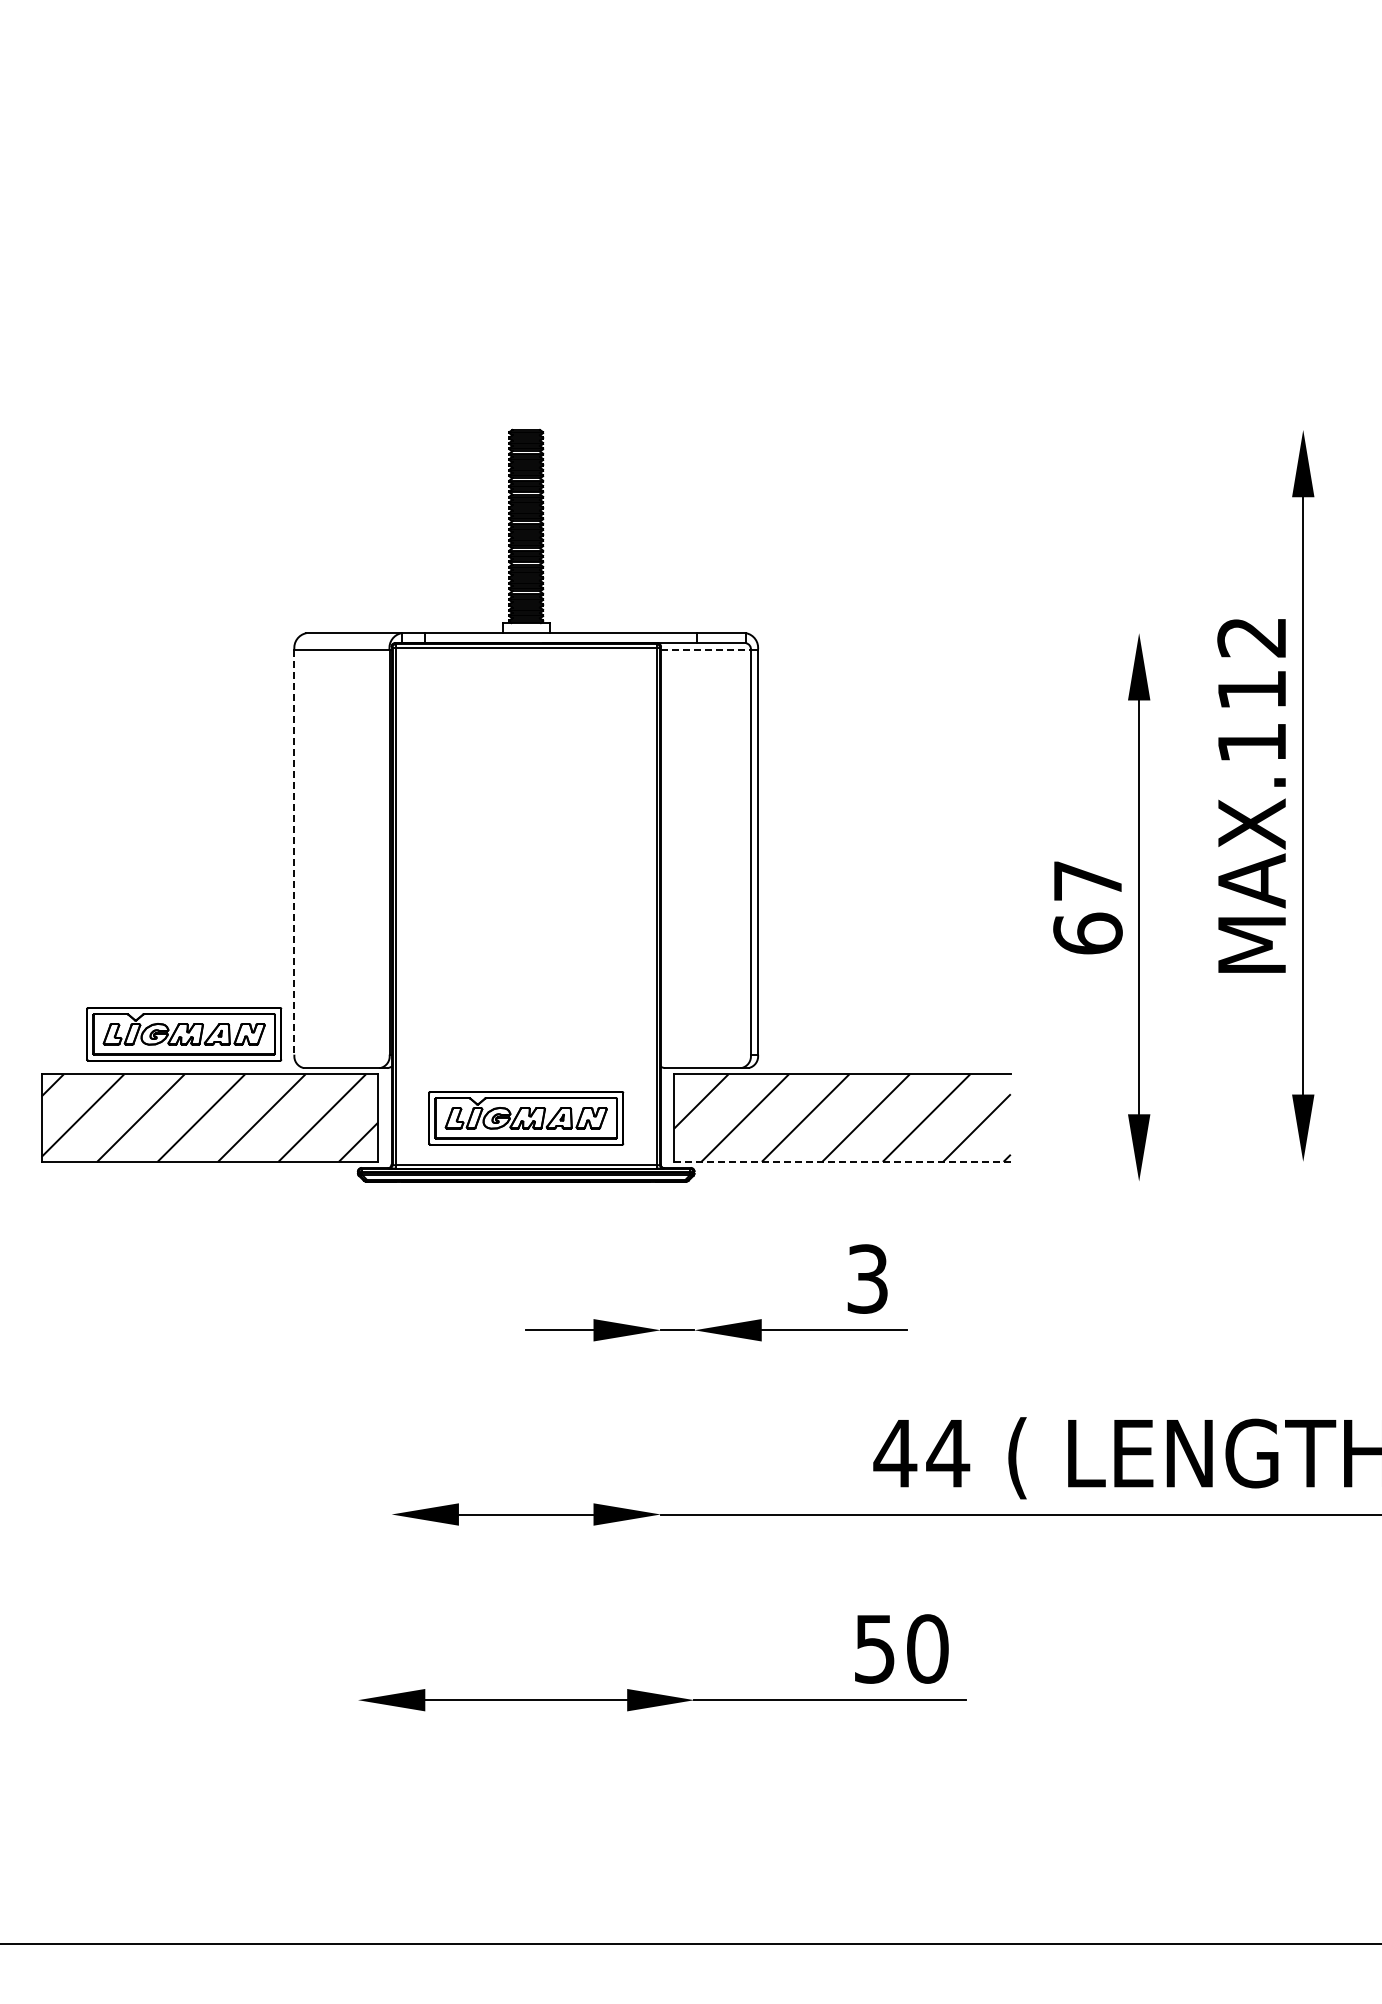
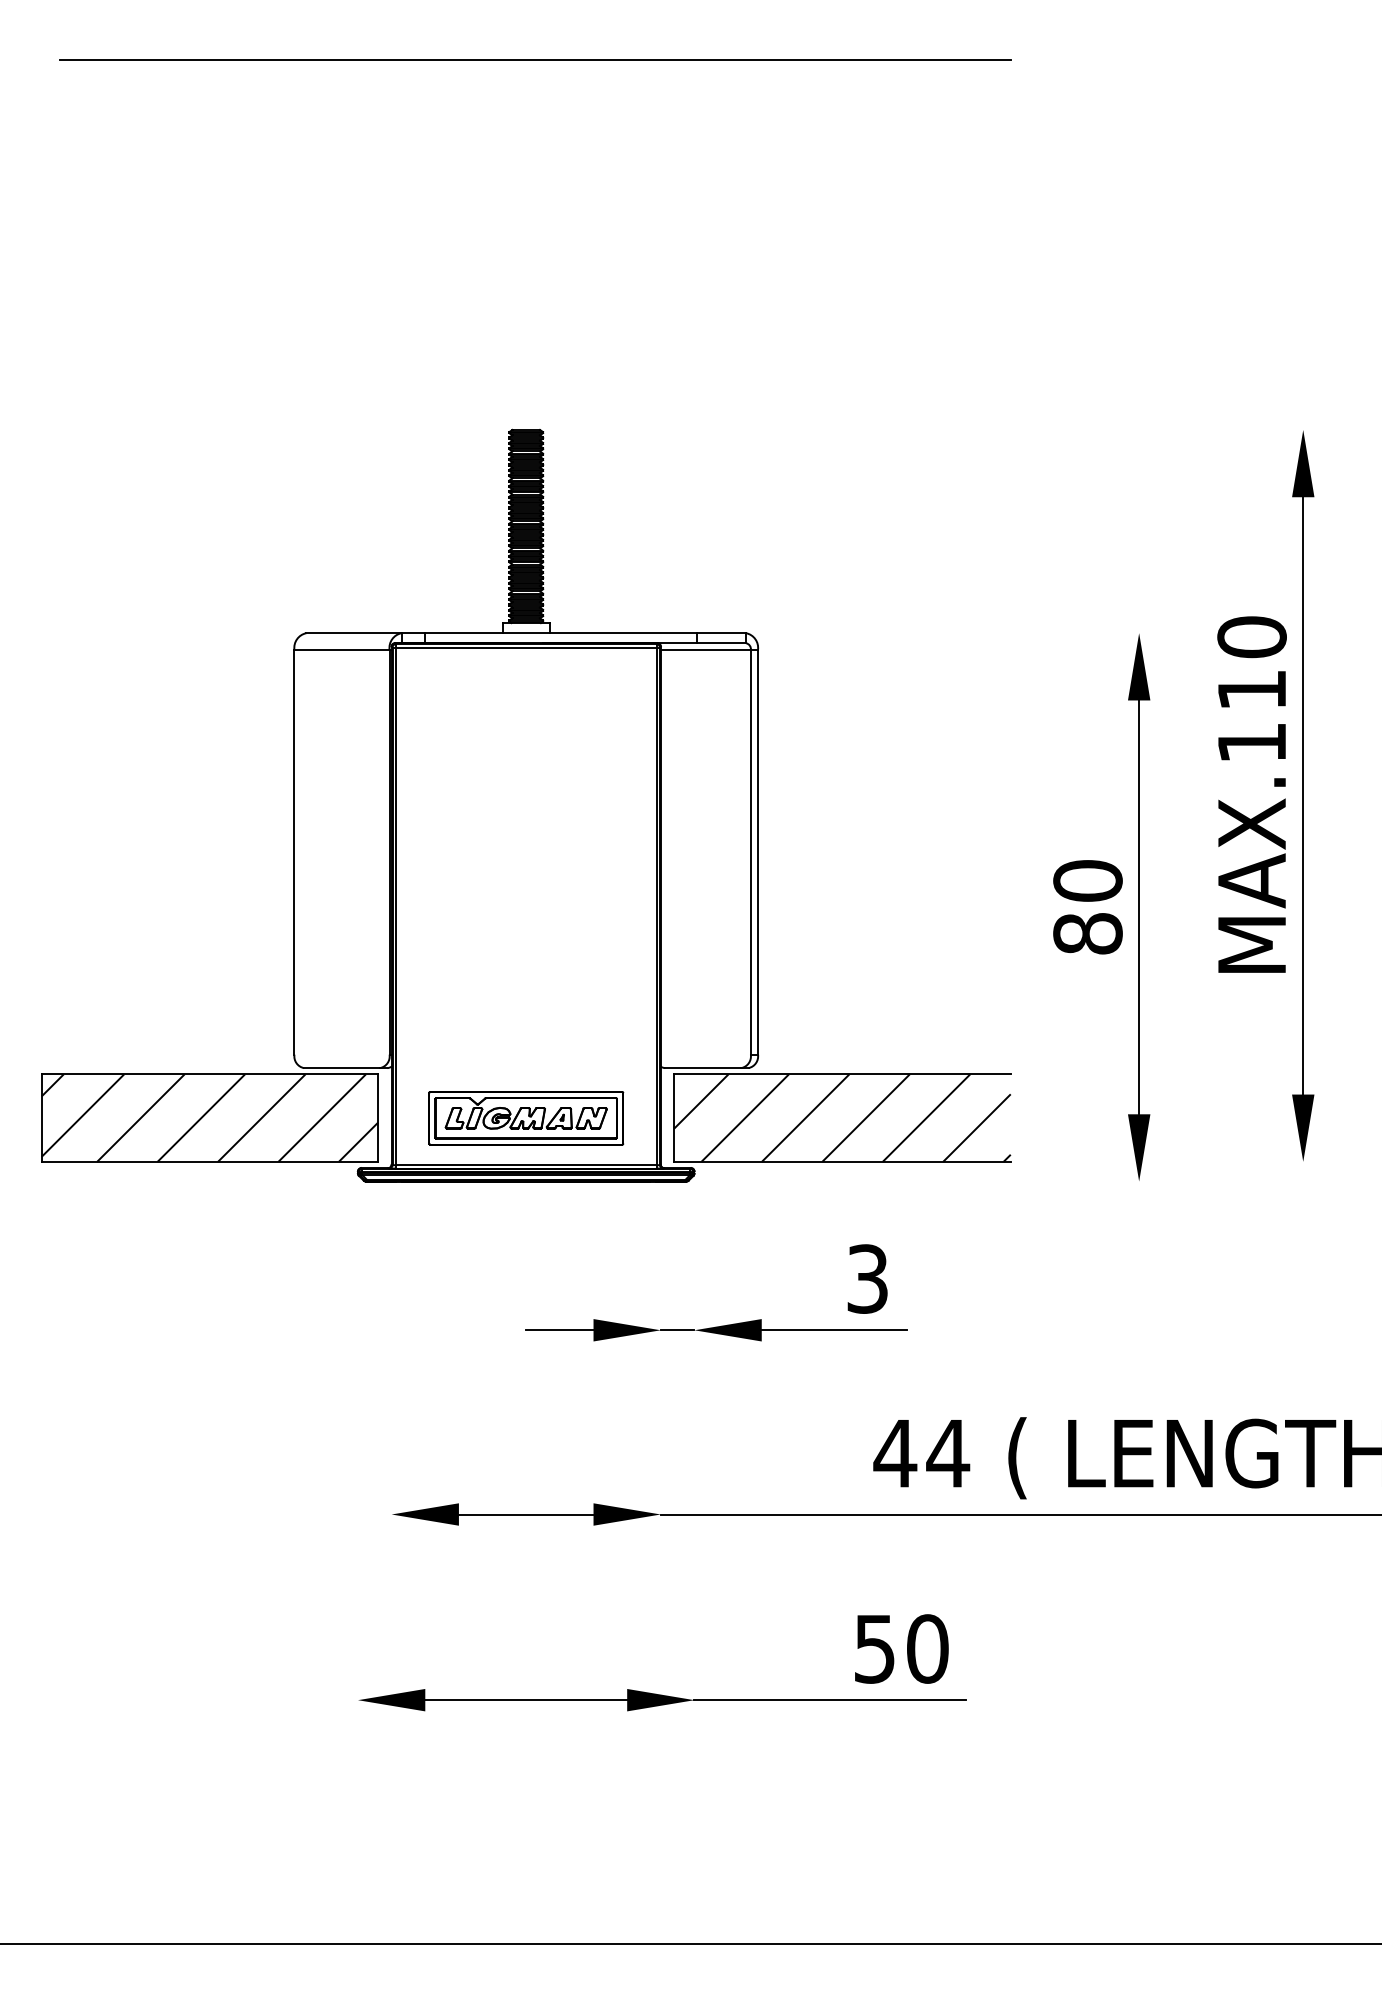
line at (535, 60): none -> present
text at (1251, 637): MAX.112 -> MAX.110
line at (706, 650): dashed -> solid
line at (294, 852): dashed -> solid
text at (1087, 907): 67 -> 80
part at (184, 1034): present -> none
line at (843, 1161): dashed -> solid
